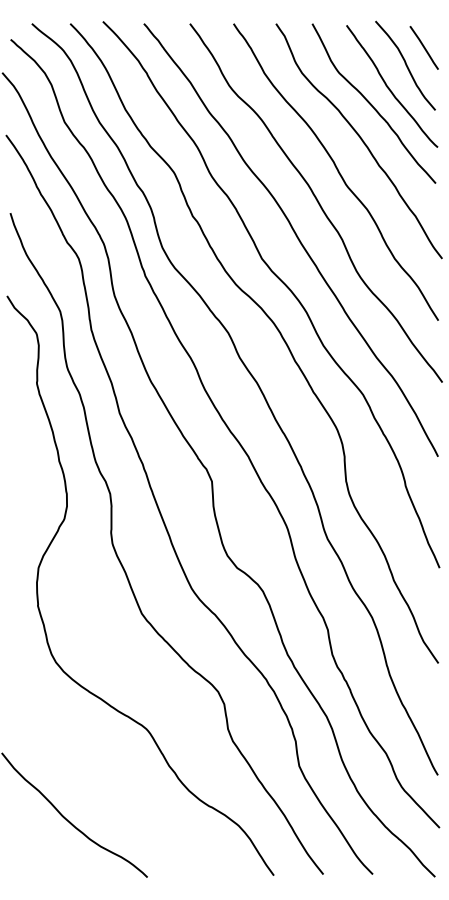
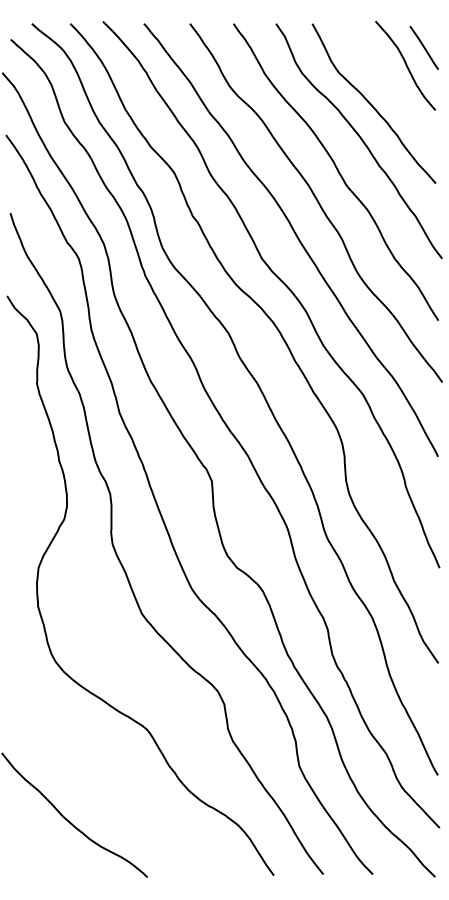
curve at (389, 87): present -> none
